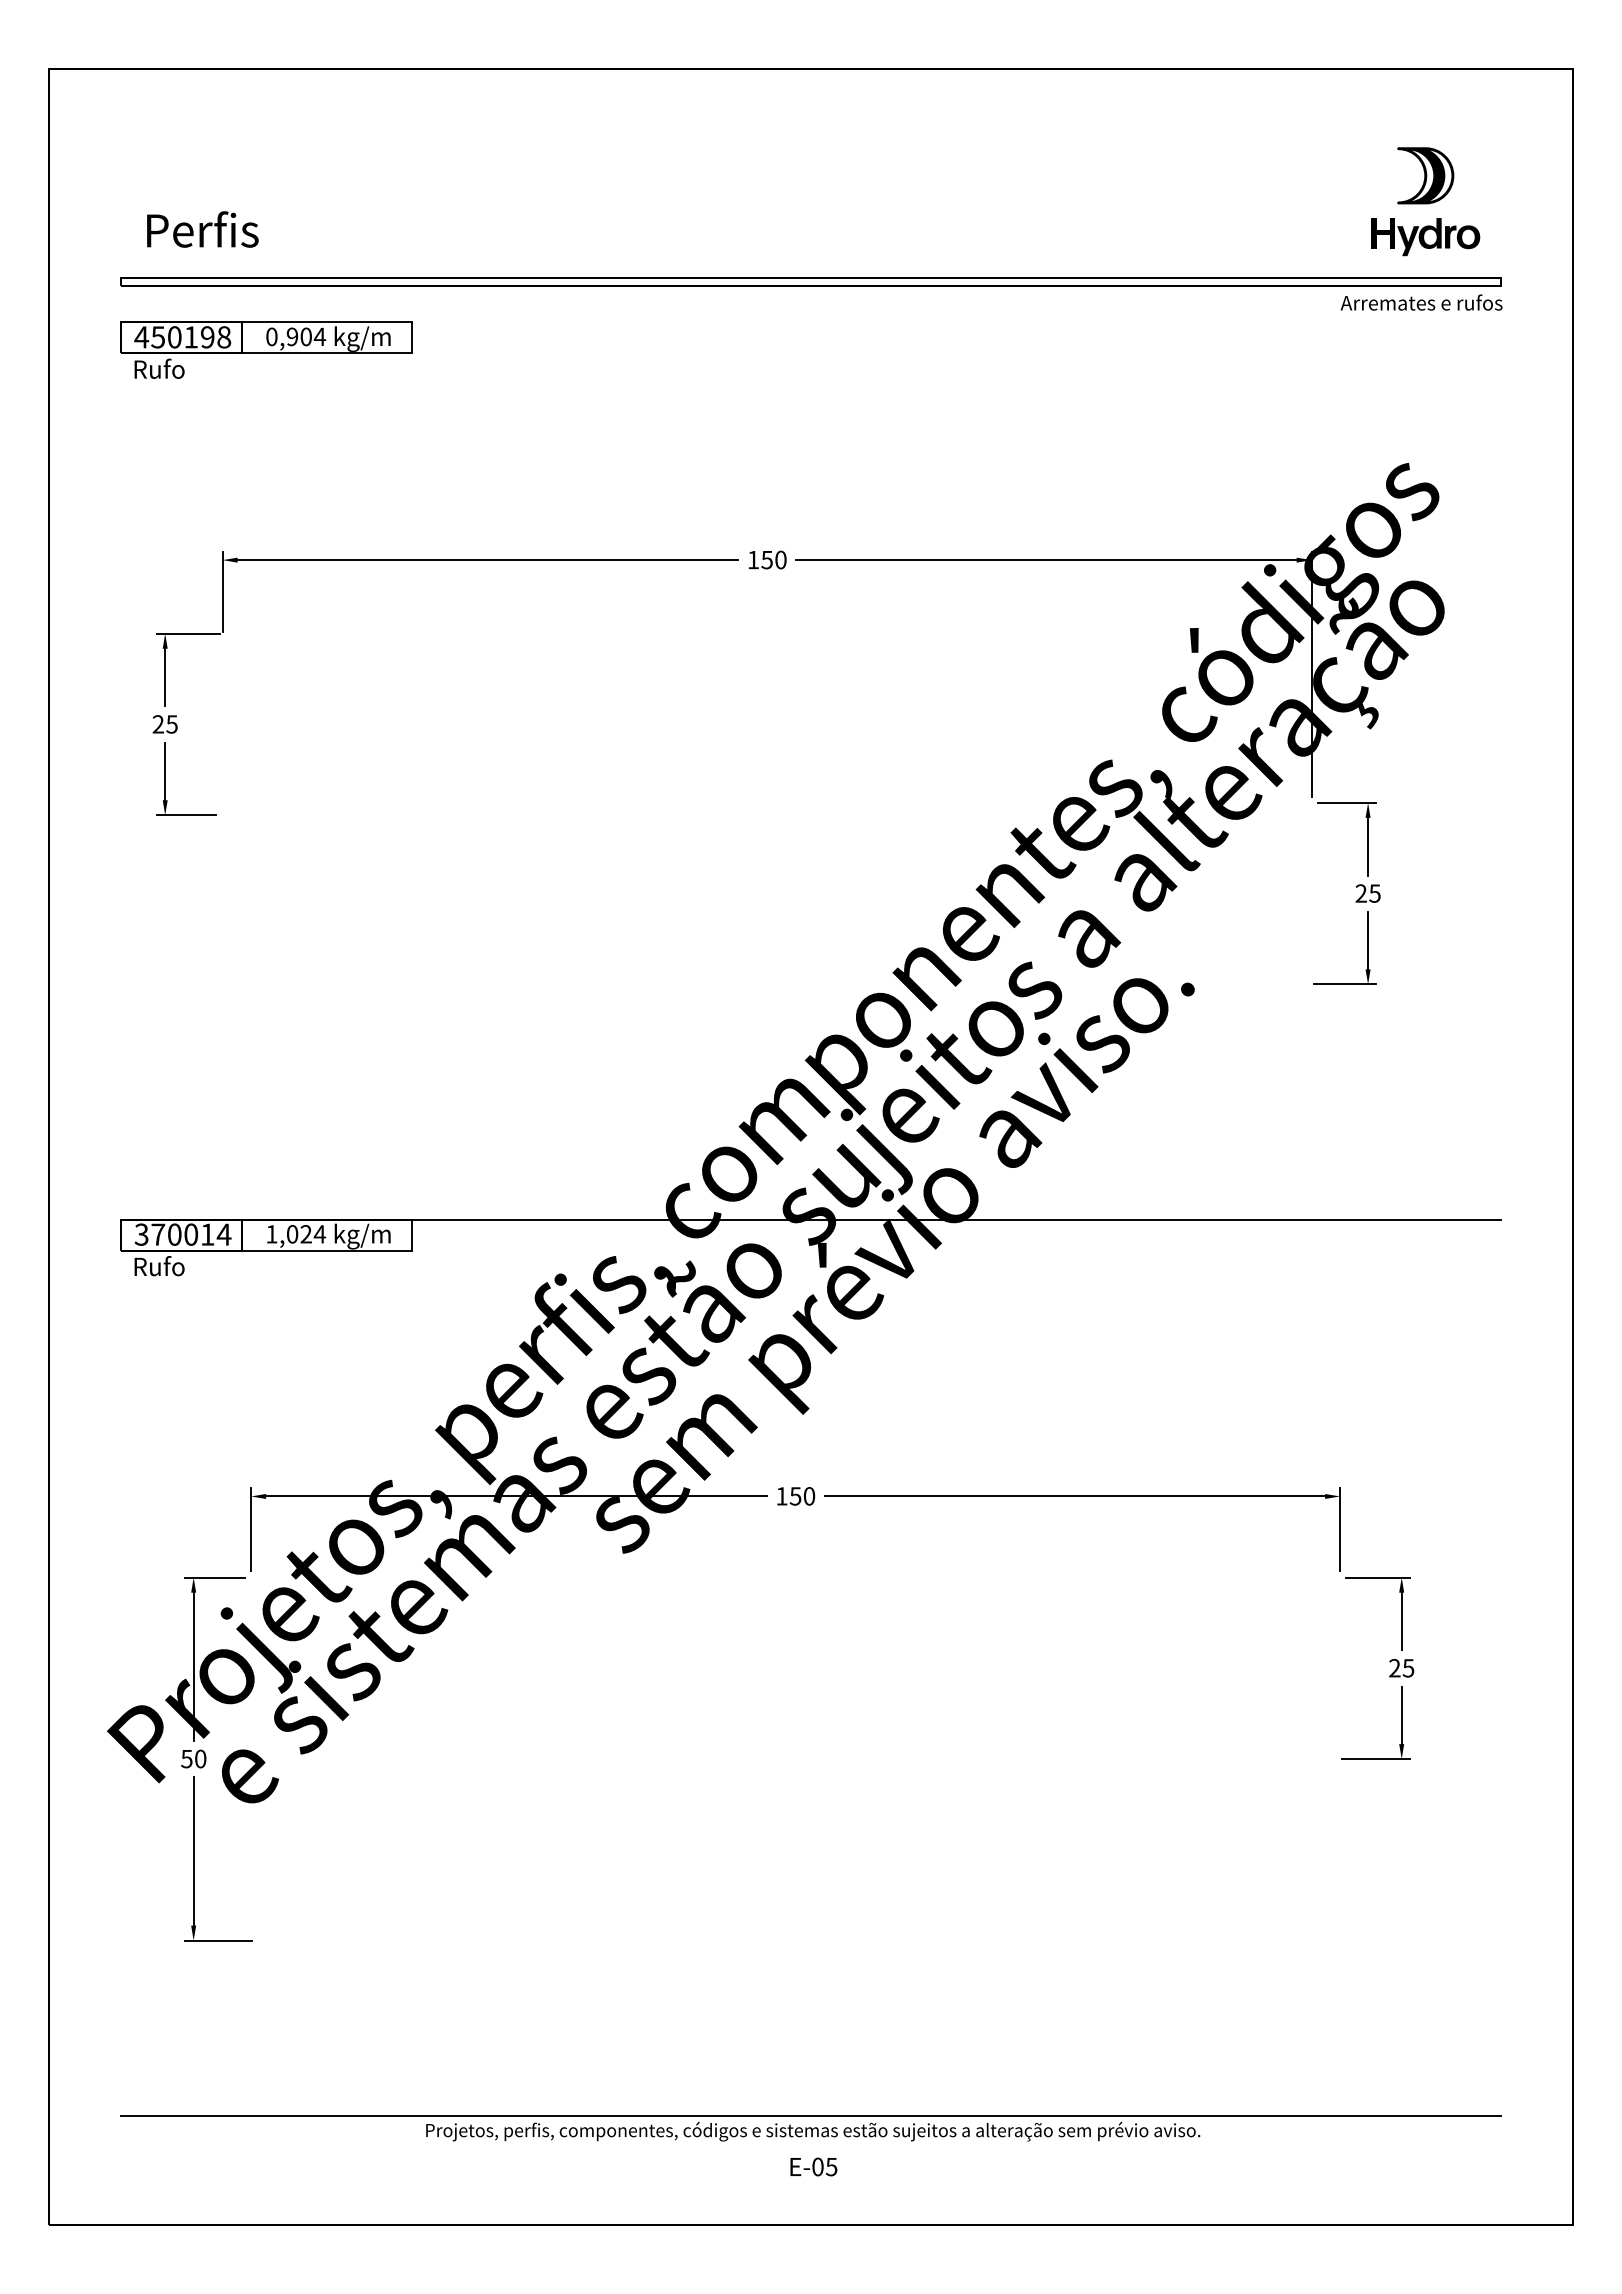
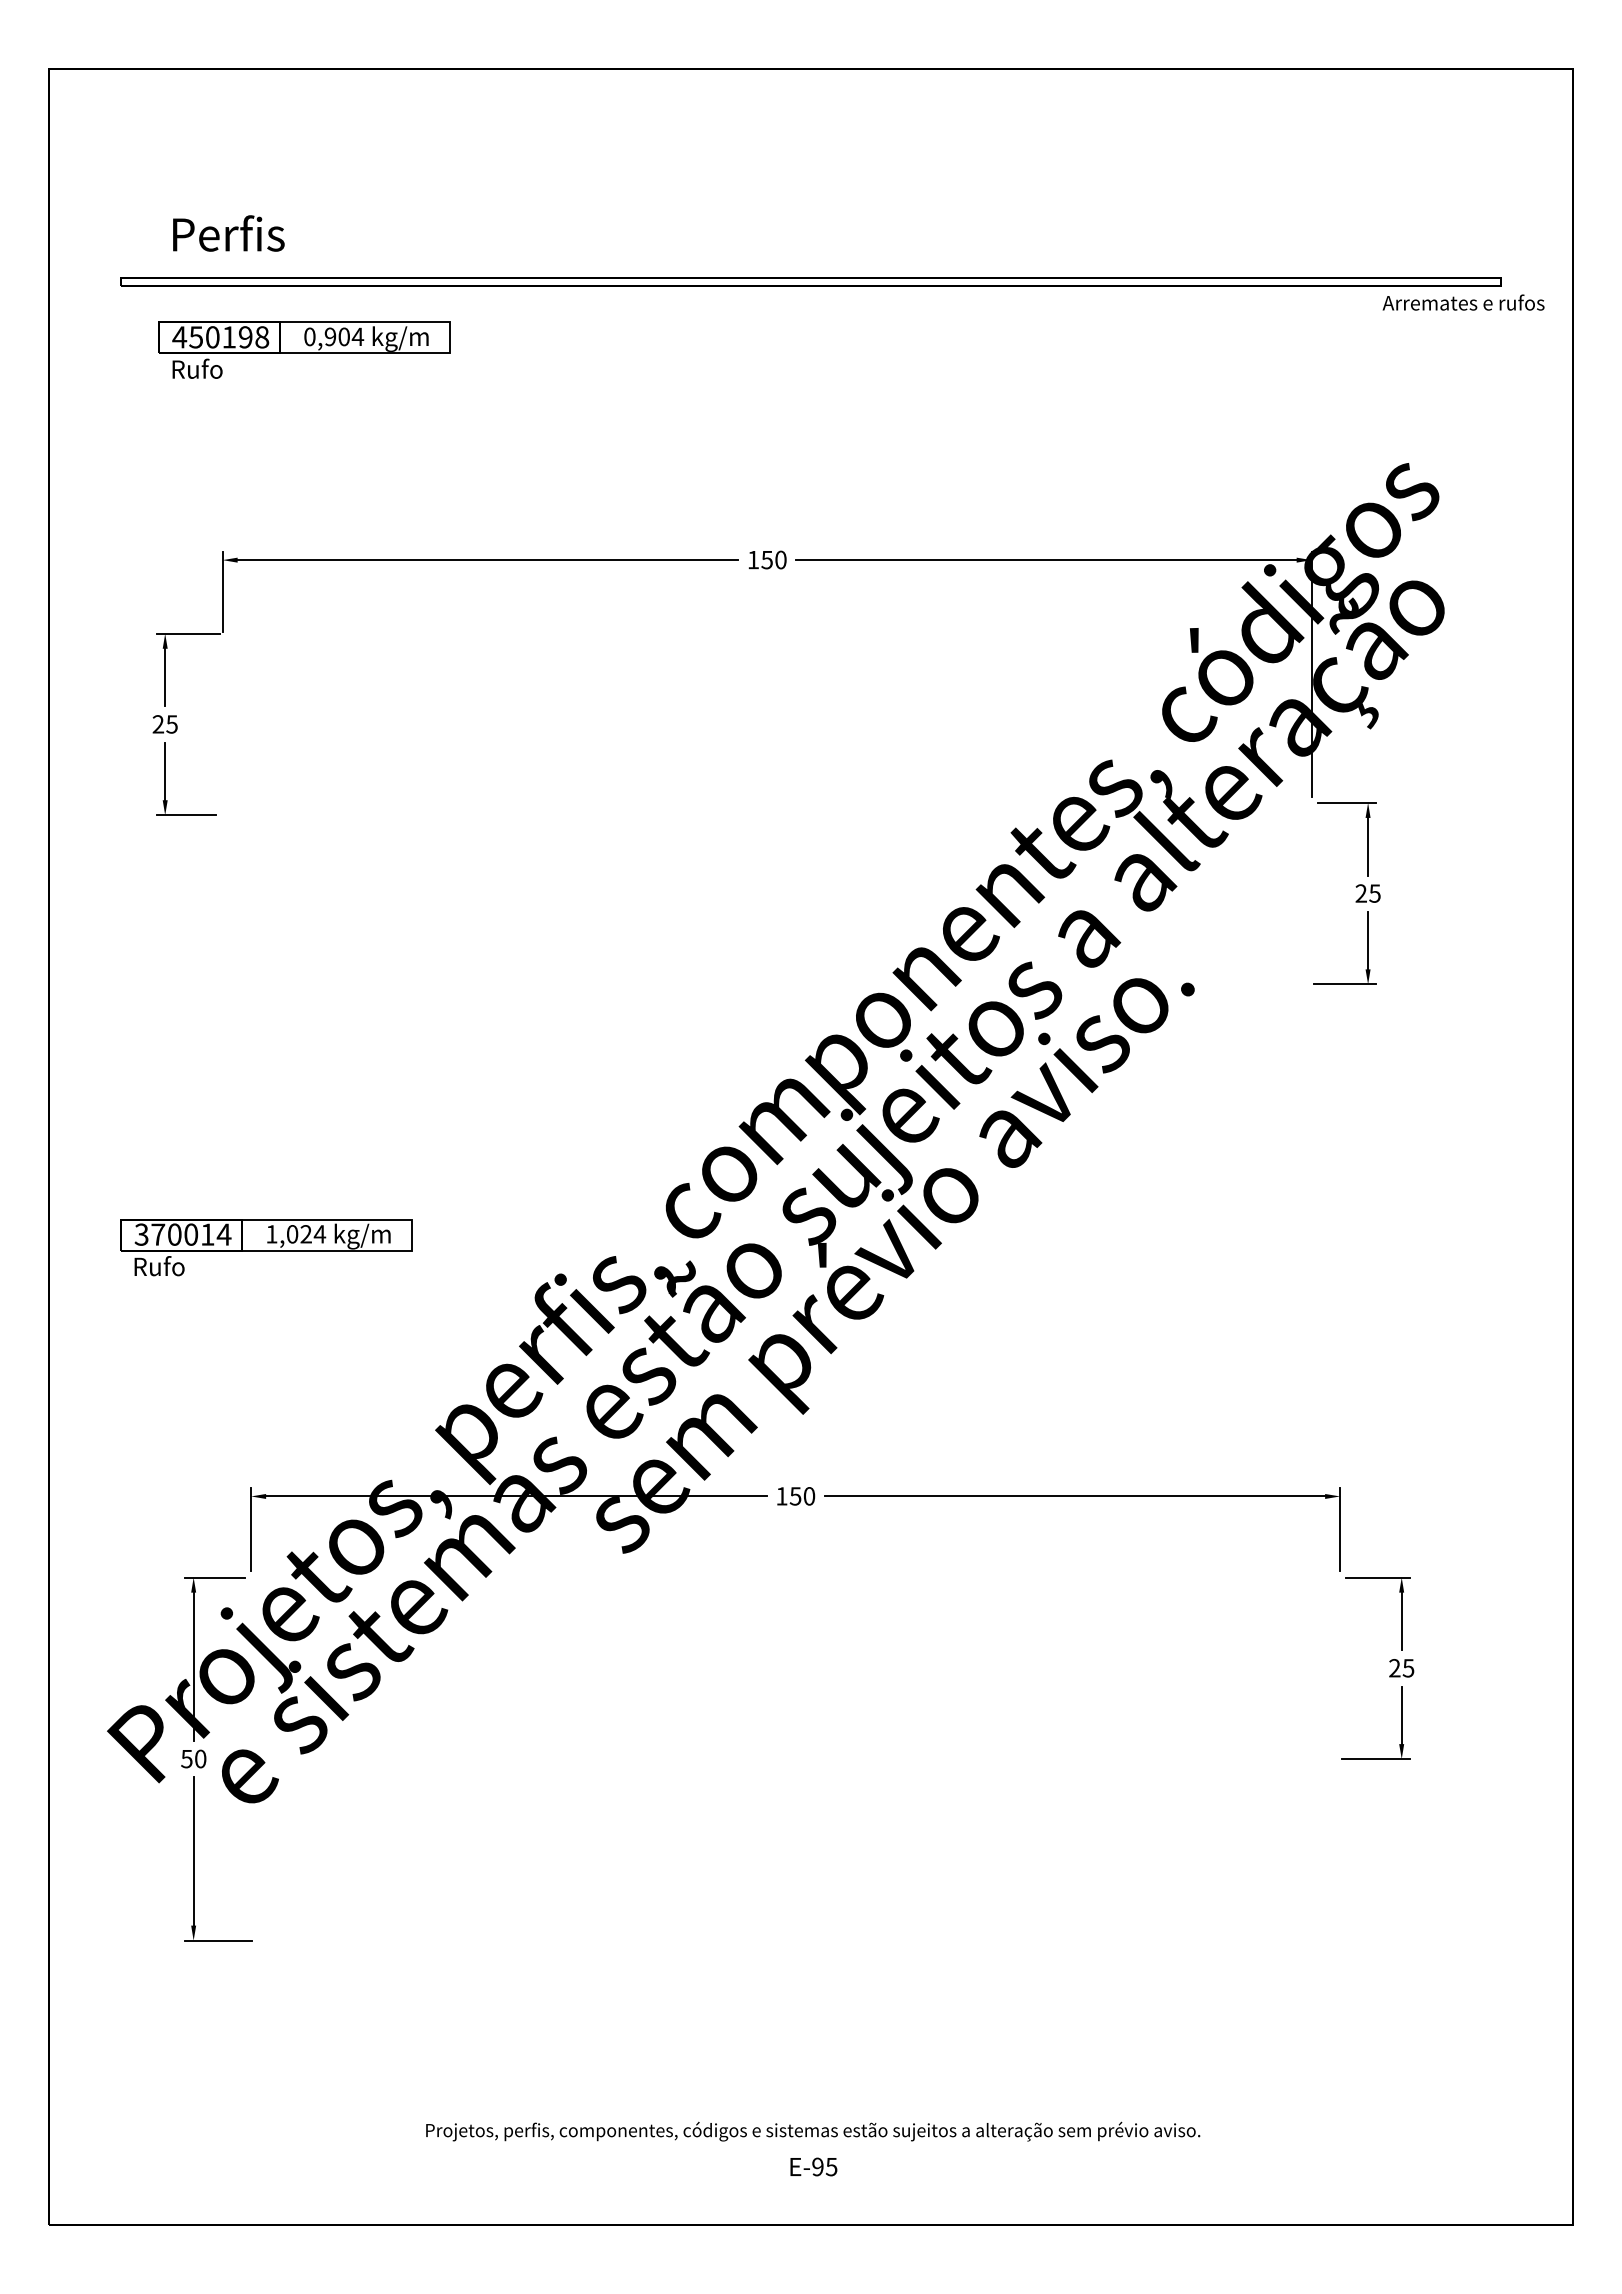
part at (1425, 201): present -> none
text at (202, 229) position: (202, 229) -> (228, 233)
text at (1421, 302) position: (1421, 302) -> (1463, 302)
part at (266, 349) position: (266, 349) -> (304, 349)
line at (810, 1219): present -> none
line at (810, 2116): present -> none
text at (817, 2166): E-05 -> E-95
